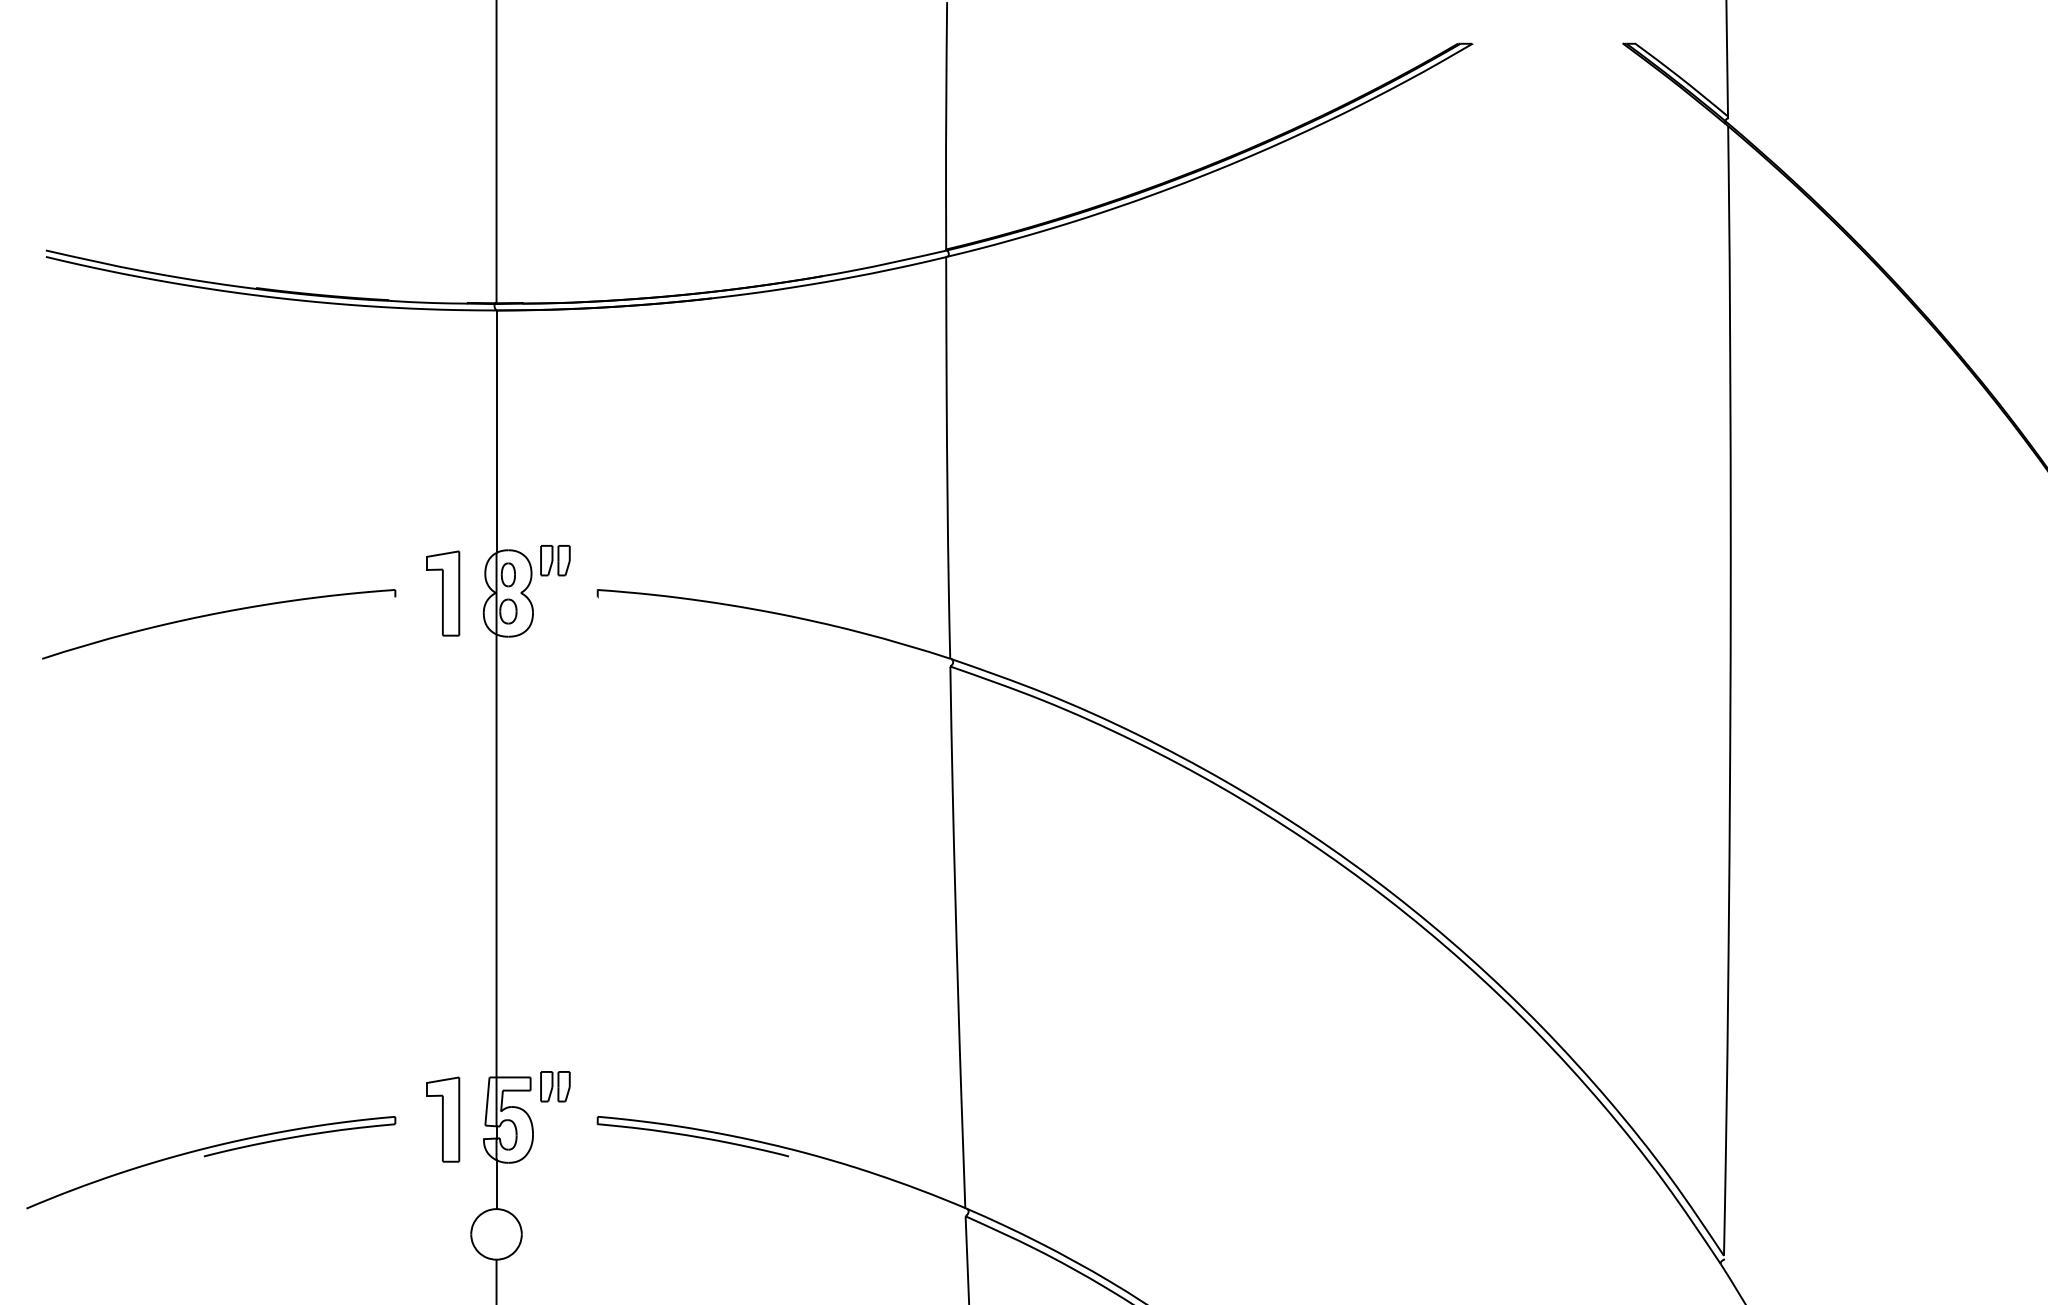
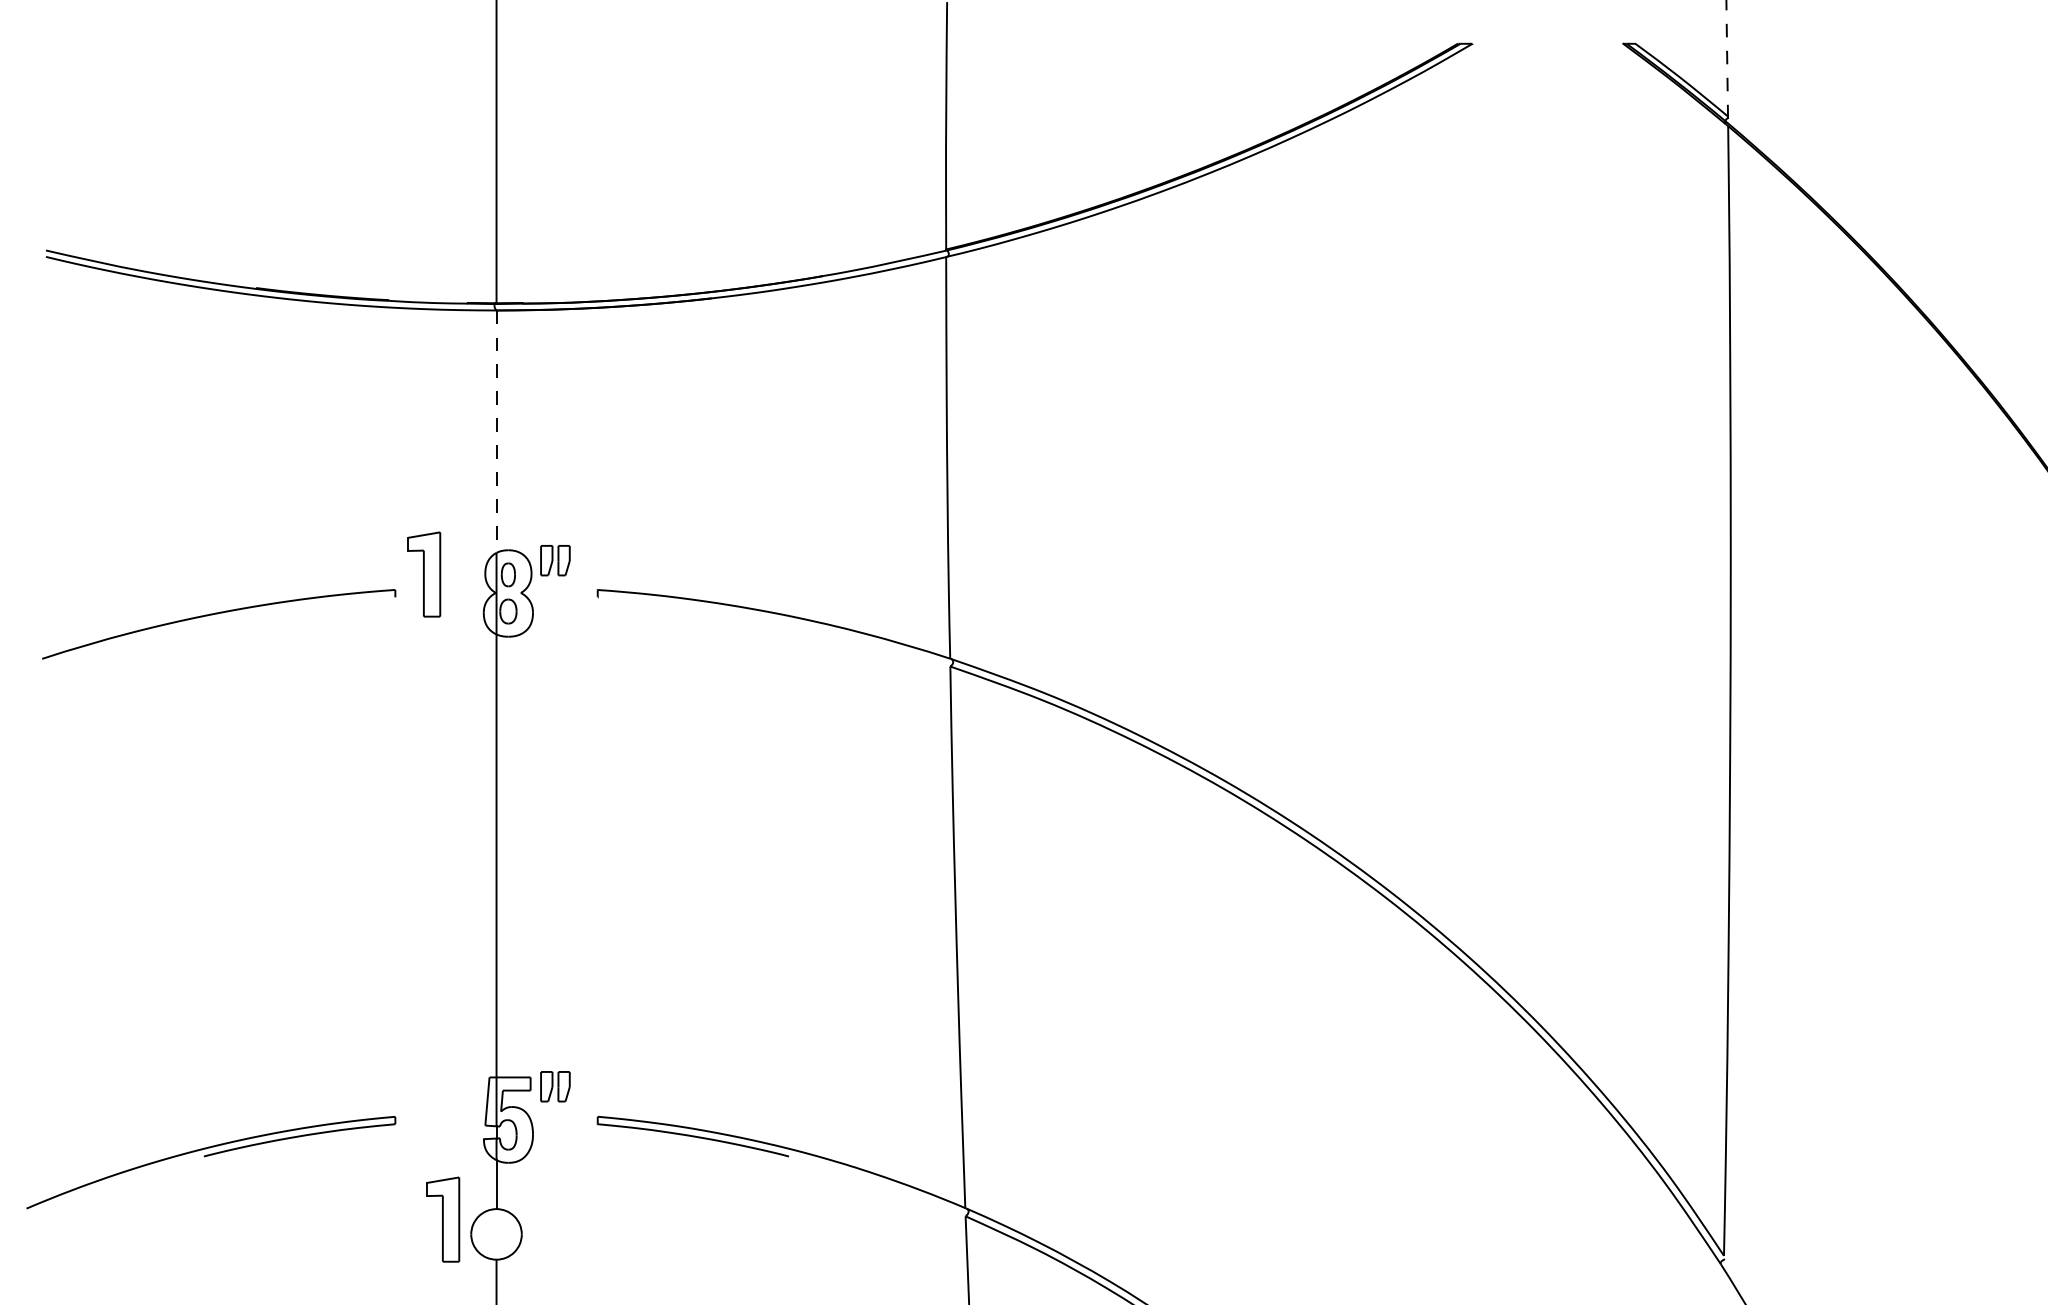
line at (1727, 59): solid -> dashed
line at (496, 432): solid -> dashed
part at (443, 593) position: (443, 593) -> (424, 574)
part at (443, 1119) position: (443, 1119) -> (443, 1219)
